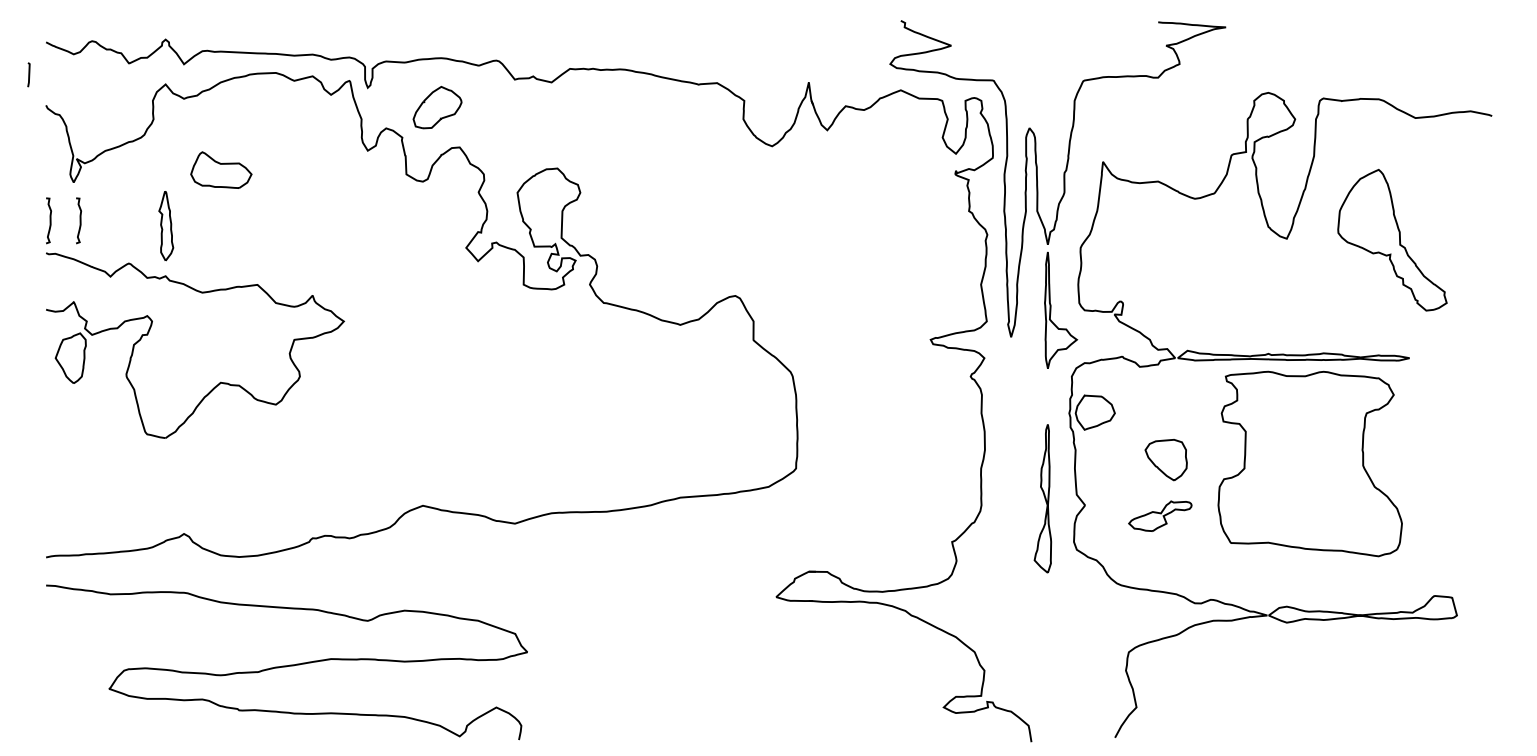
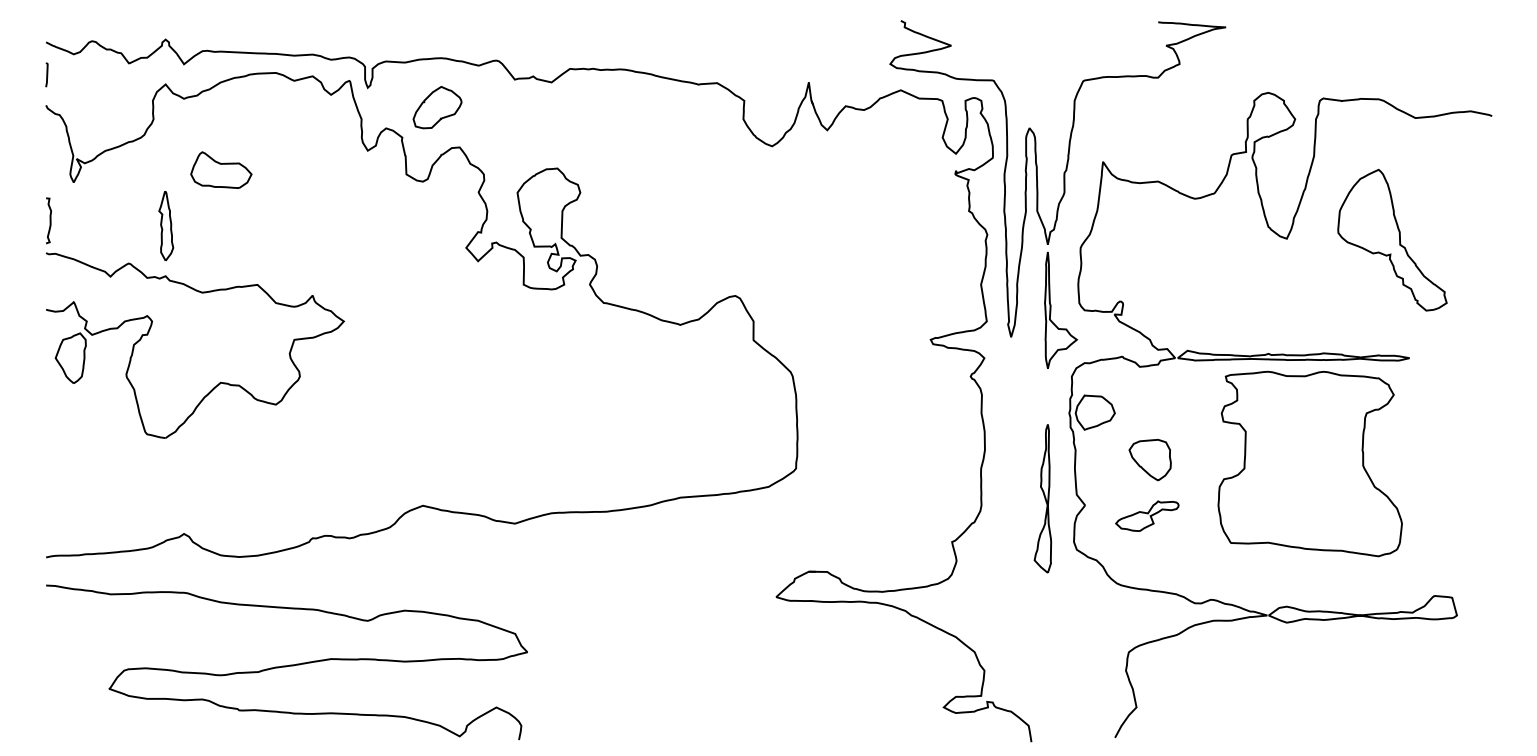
curve at (28, 74) position: (28, 74) -> (46, 74)
curve at (79, 220): present -> none
part at (1165, 460) position: (1165, 460) -> (1149, 460)
part at (1160, 515) position: (1160, 515) -> (1147, 515)
